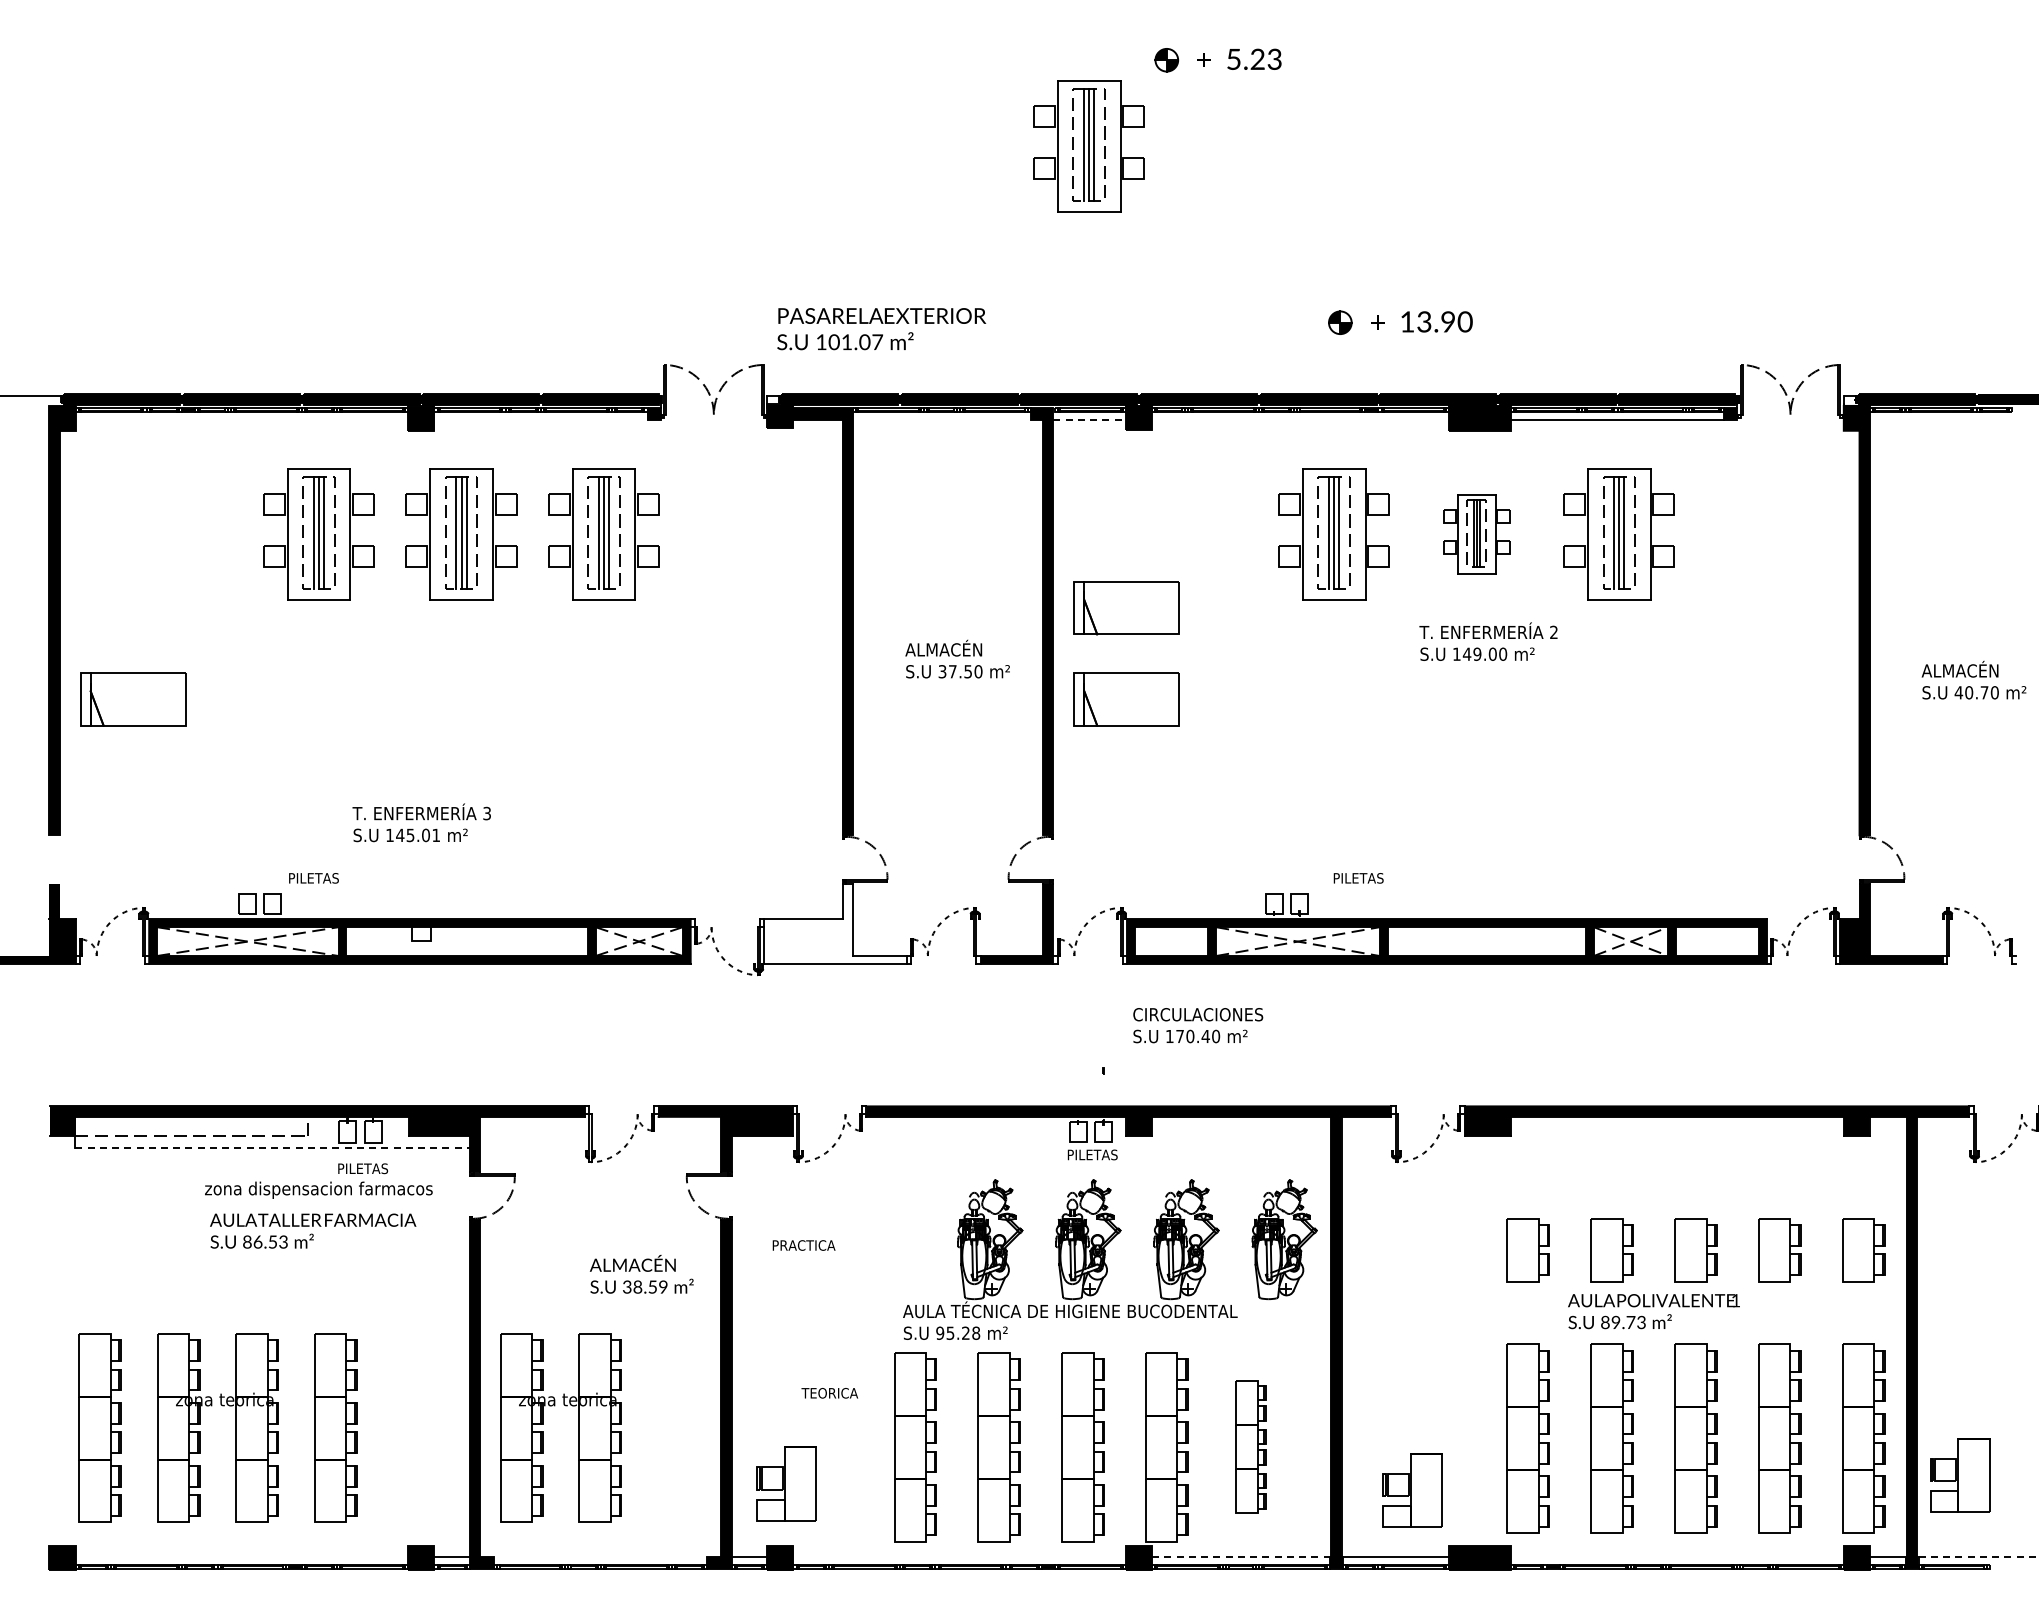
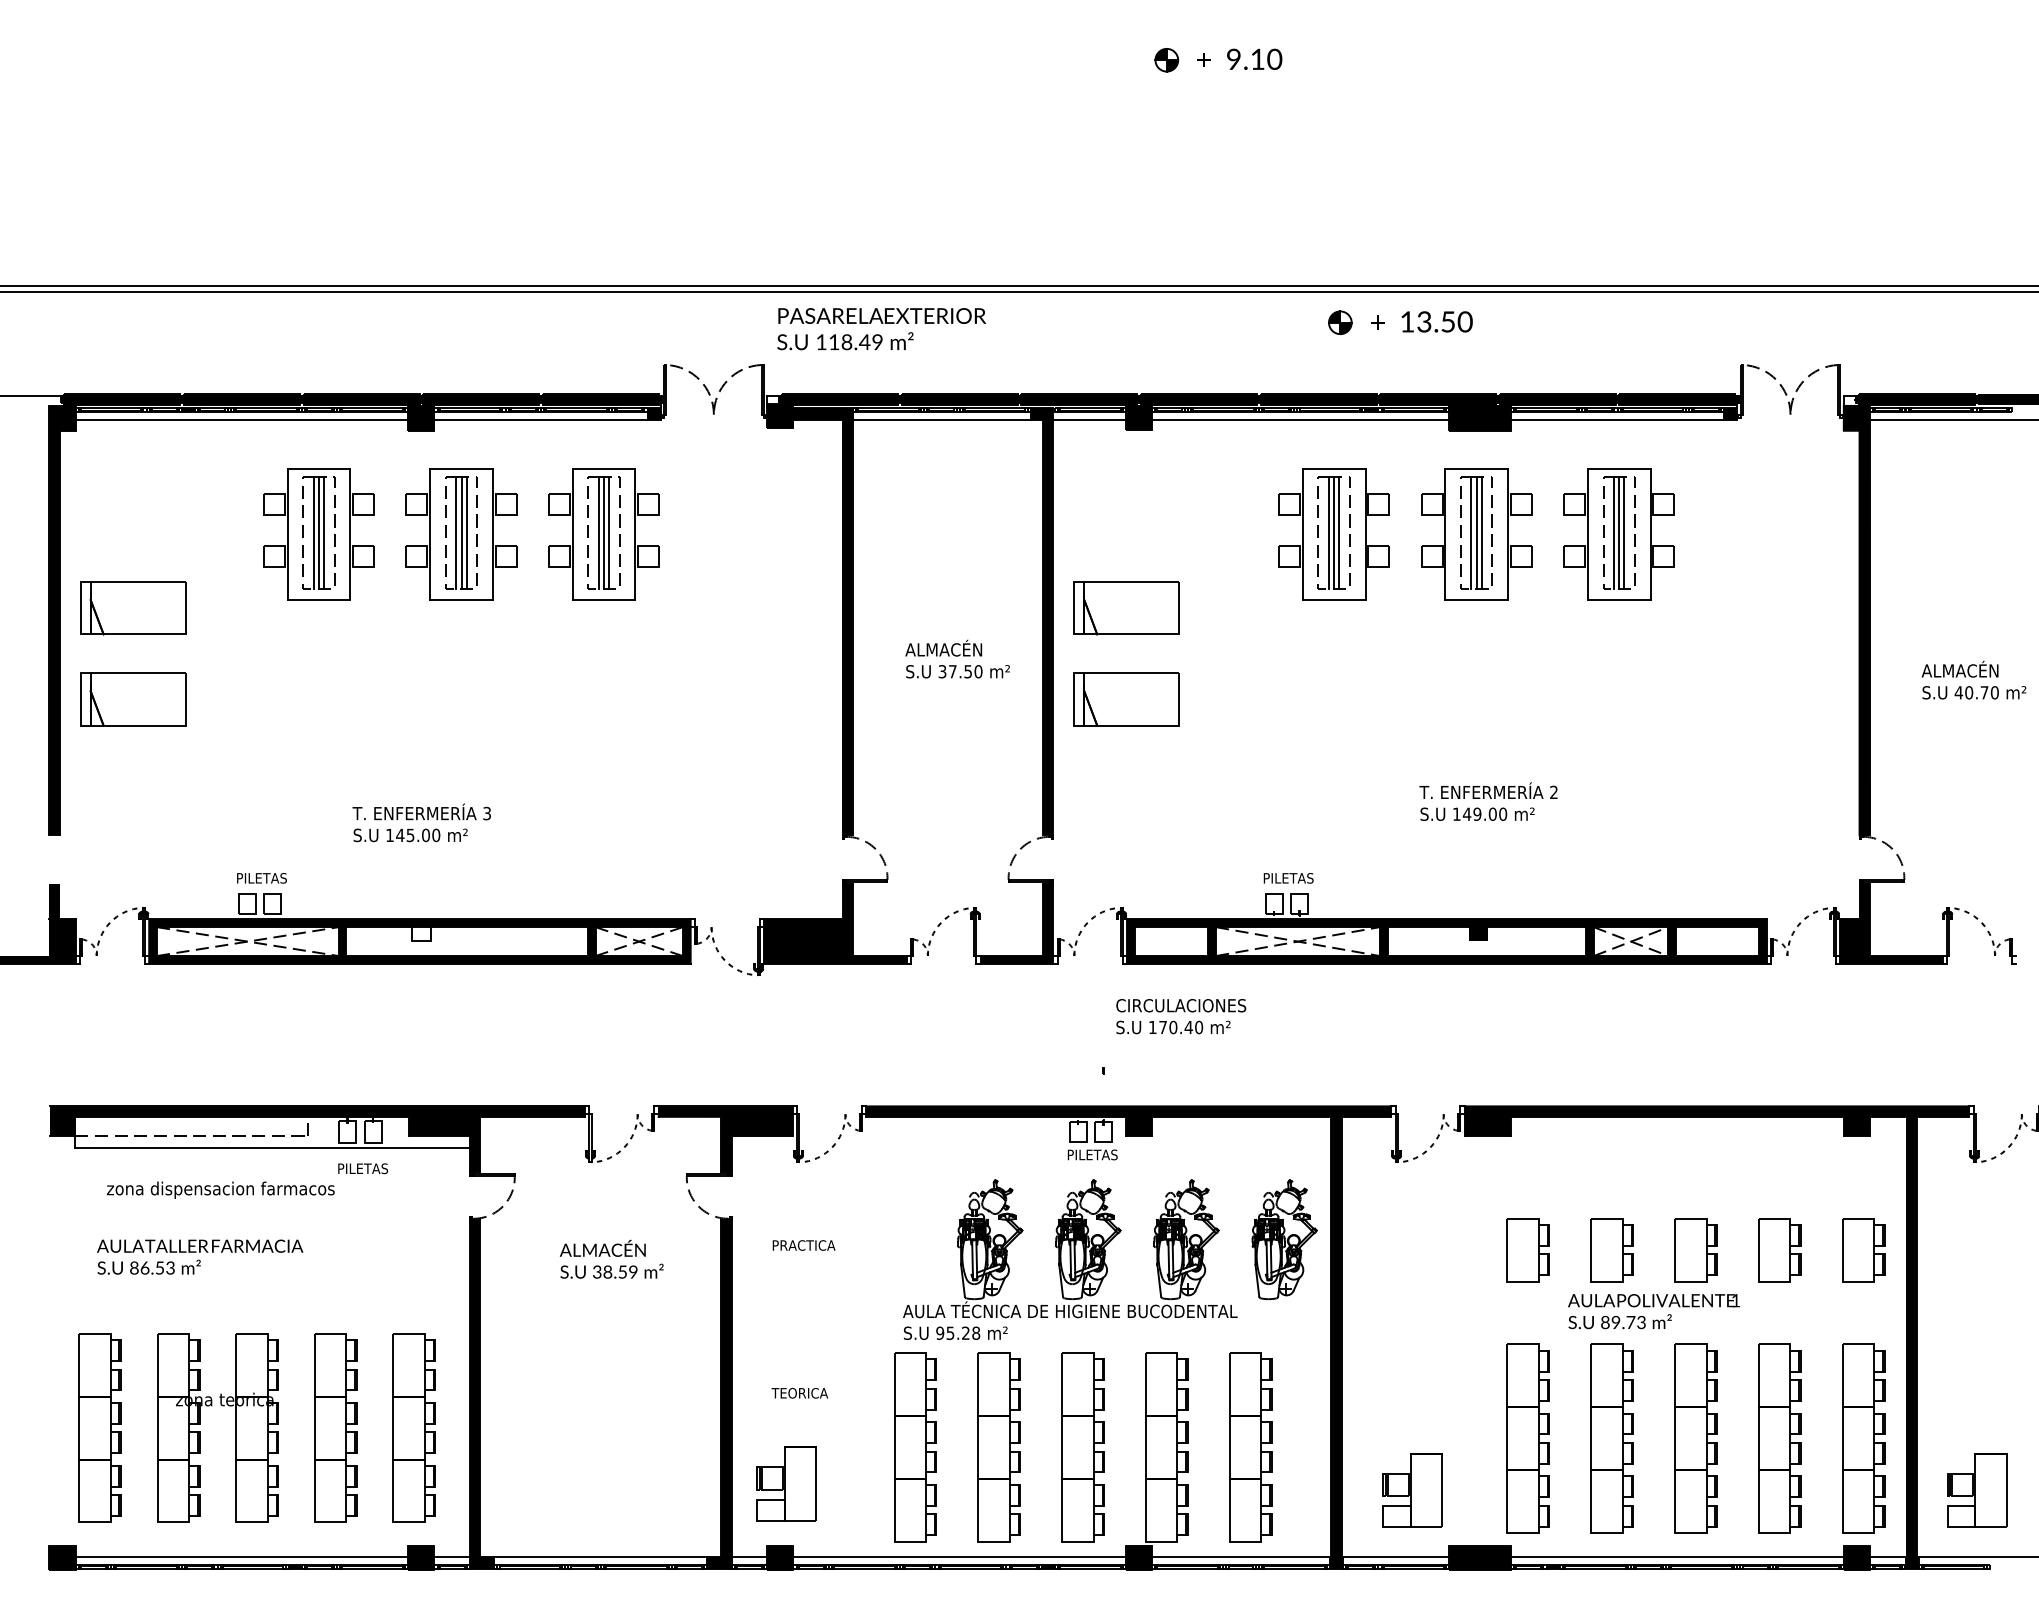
text at (1254, 58): 5.23 -> 9.10
part at (1088, 146): present -> none
line at (1018, 286): none -> present
line at (1018, 291): none -> present
text at (1447, 321): 13.90 -> 13.50
text at (855, 342): 101.07 -> 118.49
line at (241, 420): none -> present
line at (540, 420): none -> present
line at (941, 420): none -> present
line at (1090, 420): dashed -> solid
line at (1300, 420): none -> present
line at (1952, 420): none -> present
part at (1476, 534) size: 68x81 px -> 112x133 px
part at (133, 608): none -> present
text at (1488, 641) position: (1488, 641) -> (1488, 801)
text at (436, 835): 145.01 -> 145.00
text at (313, 878) position: (313, 878) -> (261, 878)
text at (1358, 878) position: (1358, 878) -> (1288, 878)
fill at (835, 923): none -> present
fill at (1478, 932): none -> present
text at (1198, 1025) position: (1198, 1025) -> (1181, 1016)
line at (273, 1148): dashed -> solid
text at (318, 1189) position: (318, 1189) -> (220, 1189)
text at (313, 1230) position: (313, 1230) -> (200, 1256)
text at (641, 1274) position: (641, 1274) -> (611, 1259)
text at (829, 1393) position: (829, 1393) -> (799, 1393)
part at (543, 1424): present -> none
part at (413, 1427): none -> present
part at (1250, 1446) size: 32x134 px -> 44x191 px
part at (1960, 1475) position: (1960, 1475) -> (1977, 1490)
line at (241, 1556): none -> present
line at (600, 1556): none -> present
line at (959, 1556): none -> present
line at (1241, 1556): dashed -> solid
line at (1677, 1556): none -> present
line at (1978, 1556): dashed -> solid
